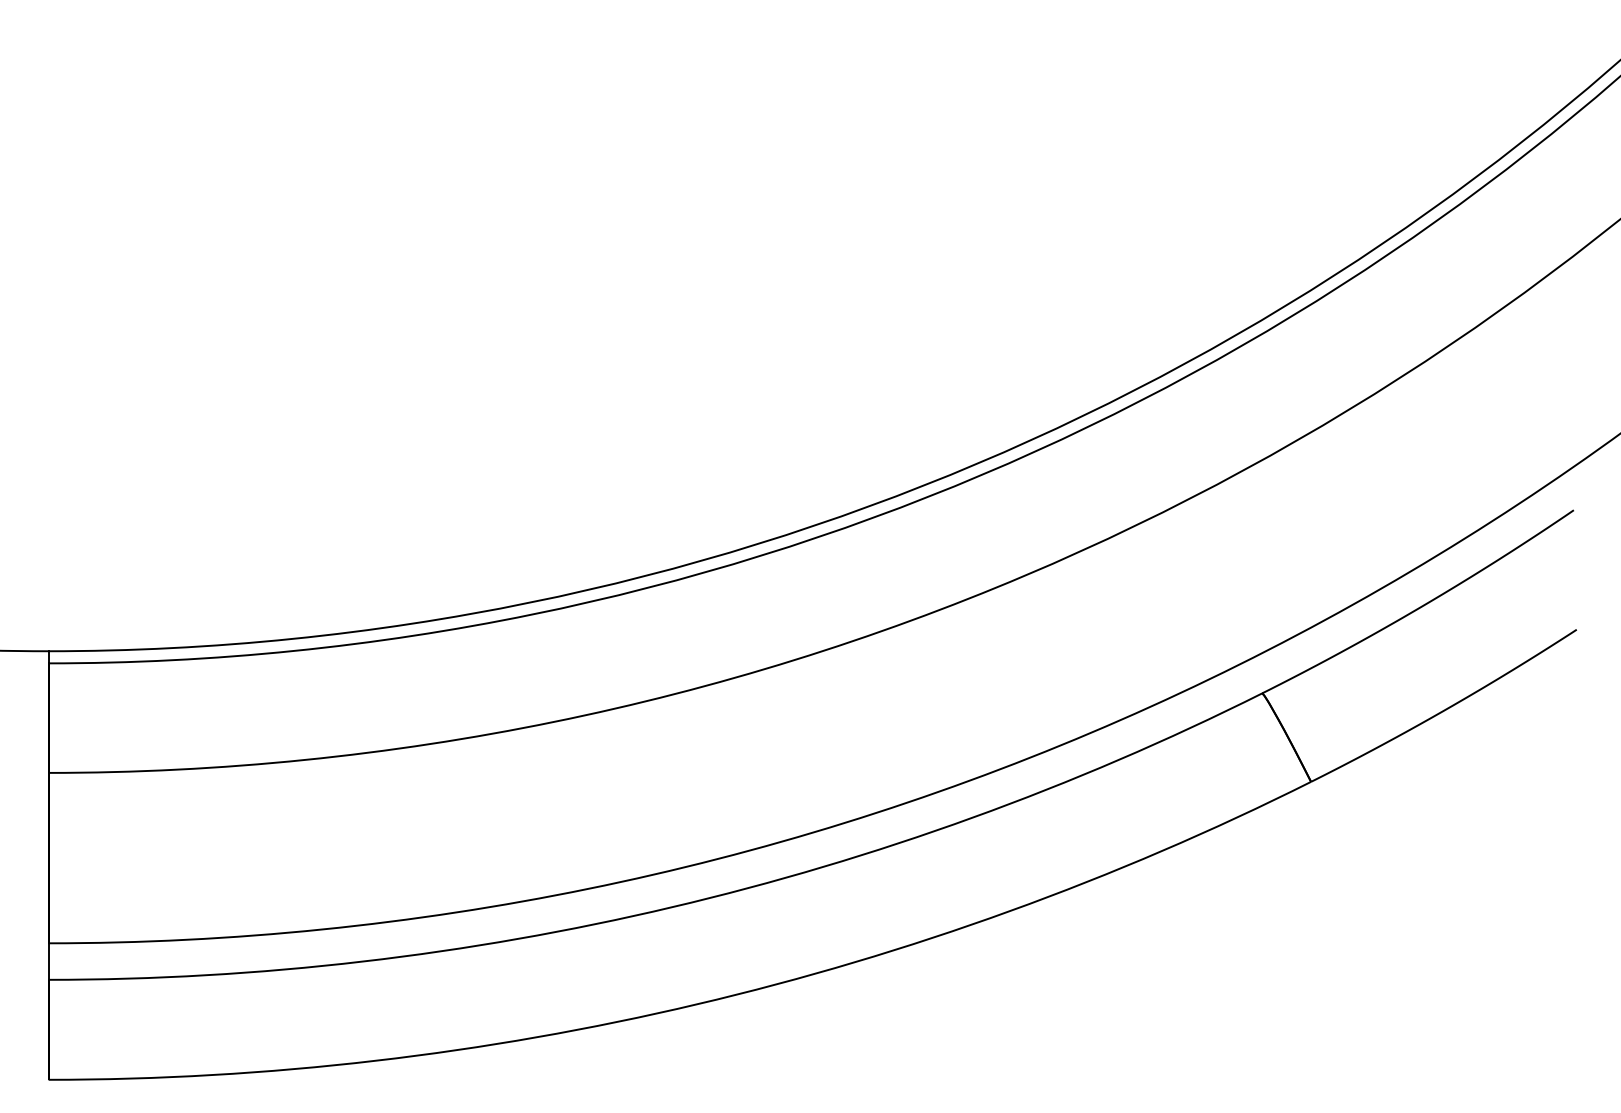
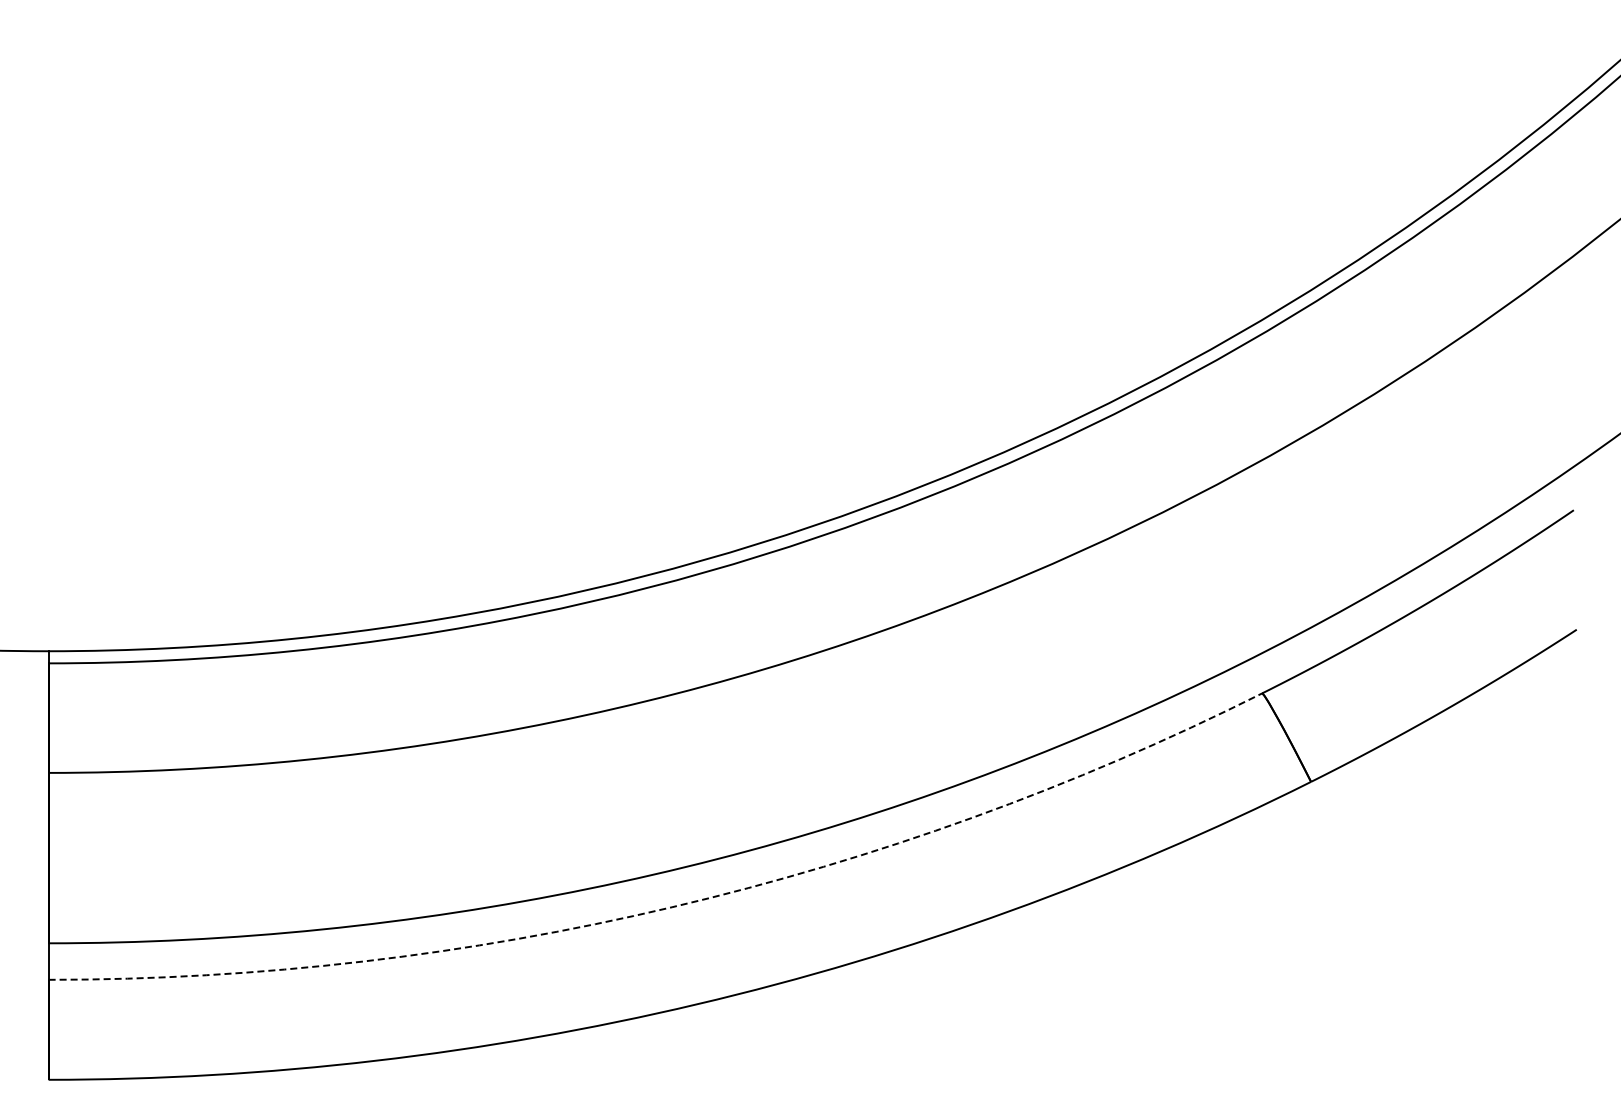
arc at (672, 907): solid -> dashed
